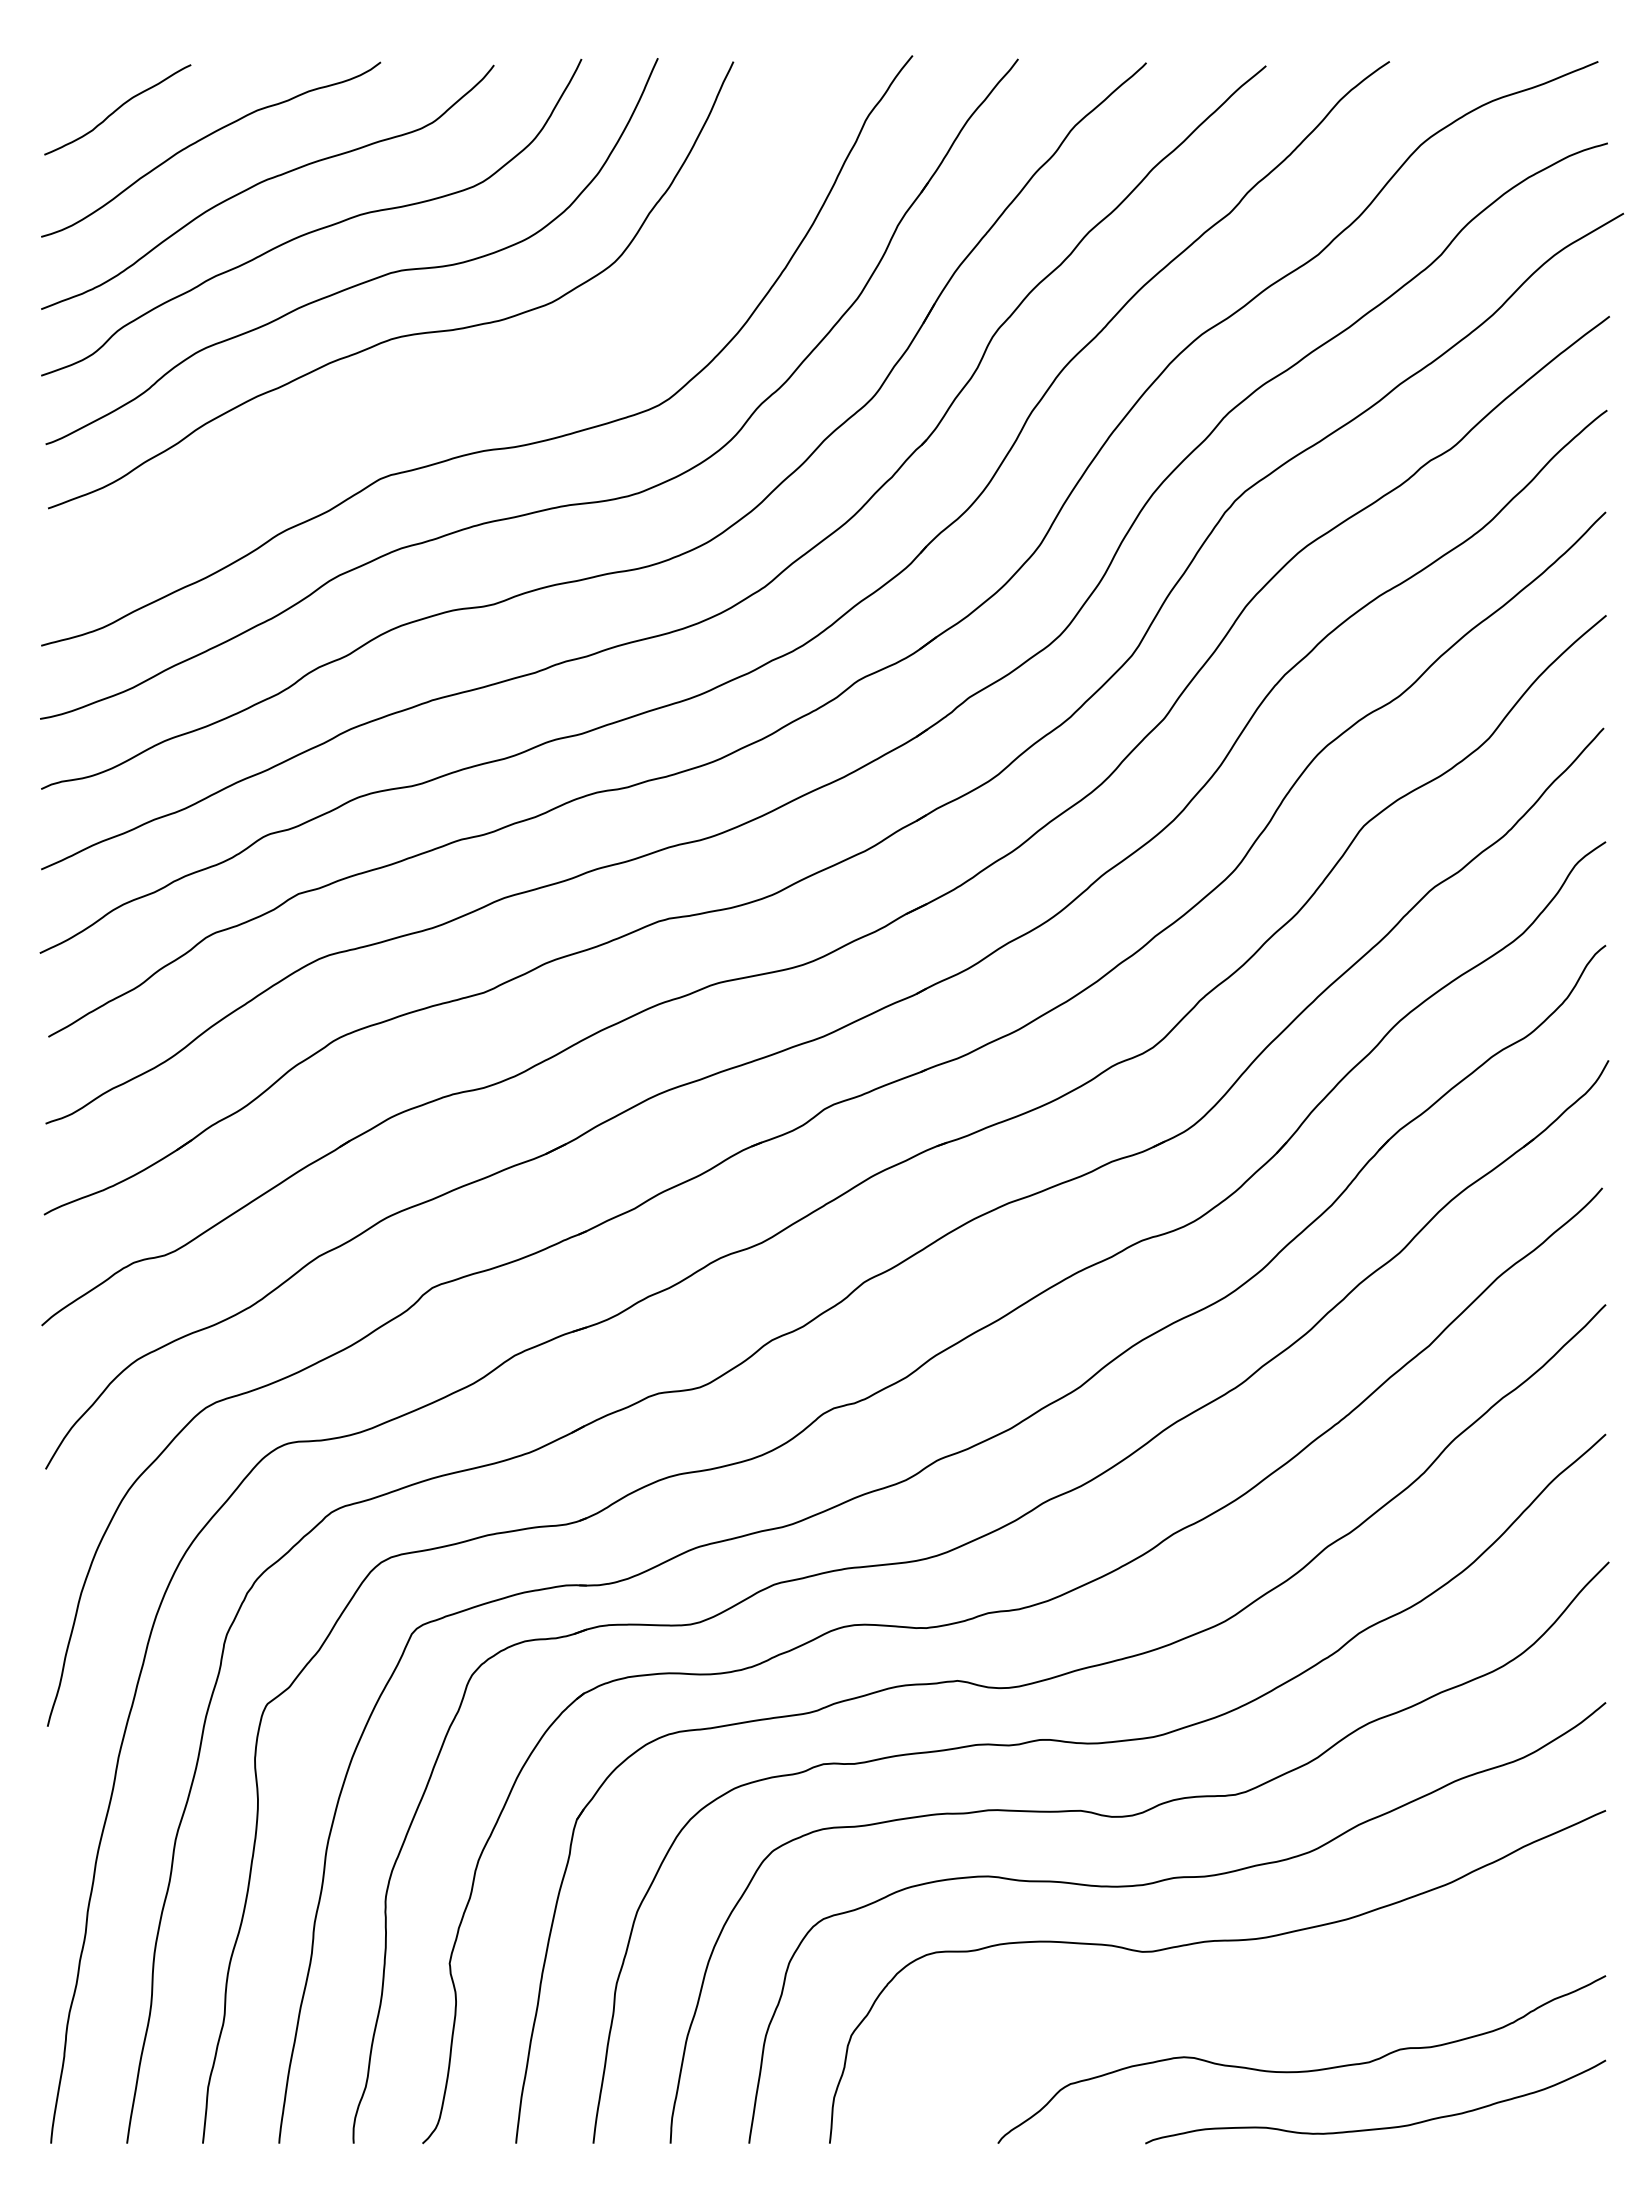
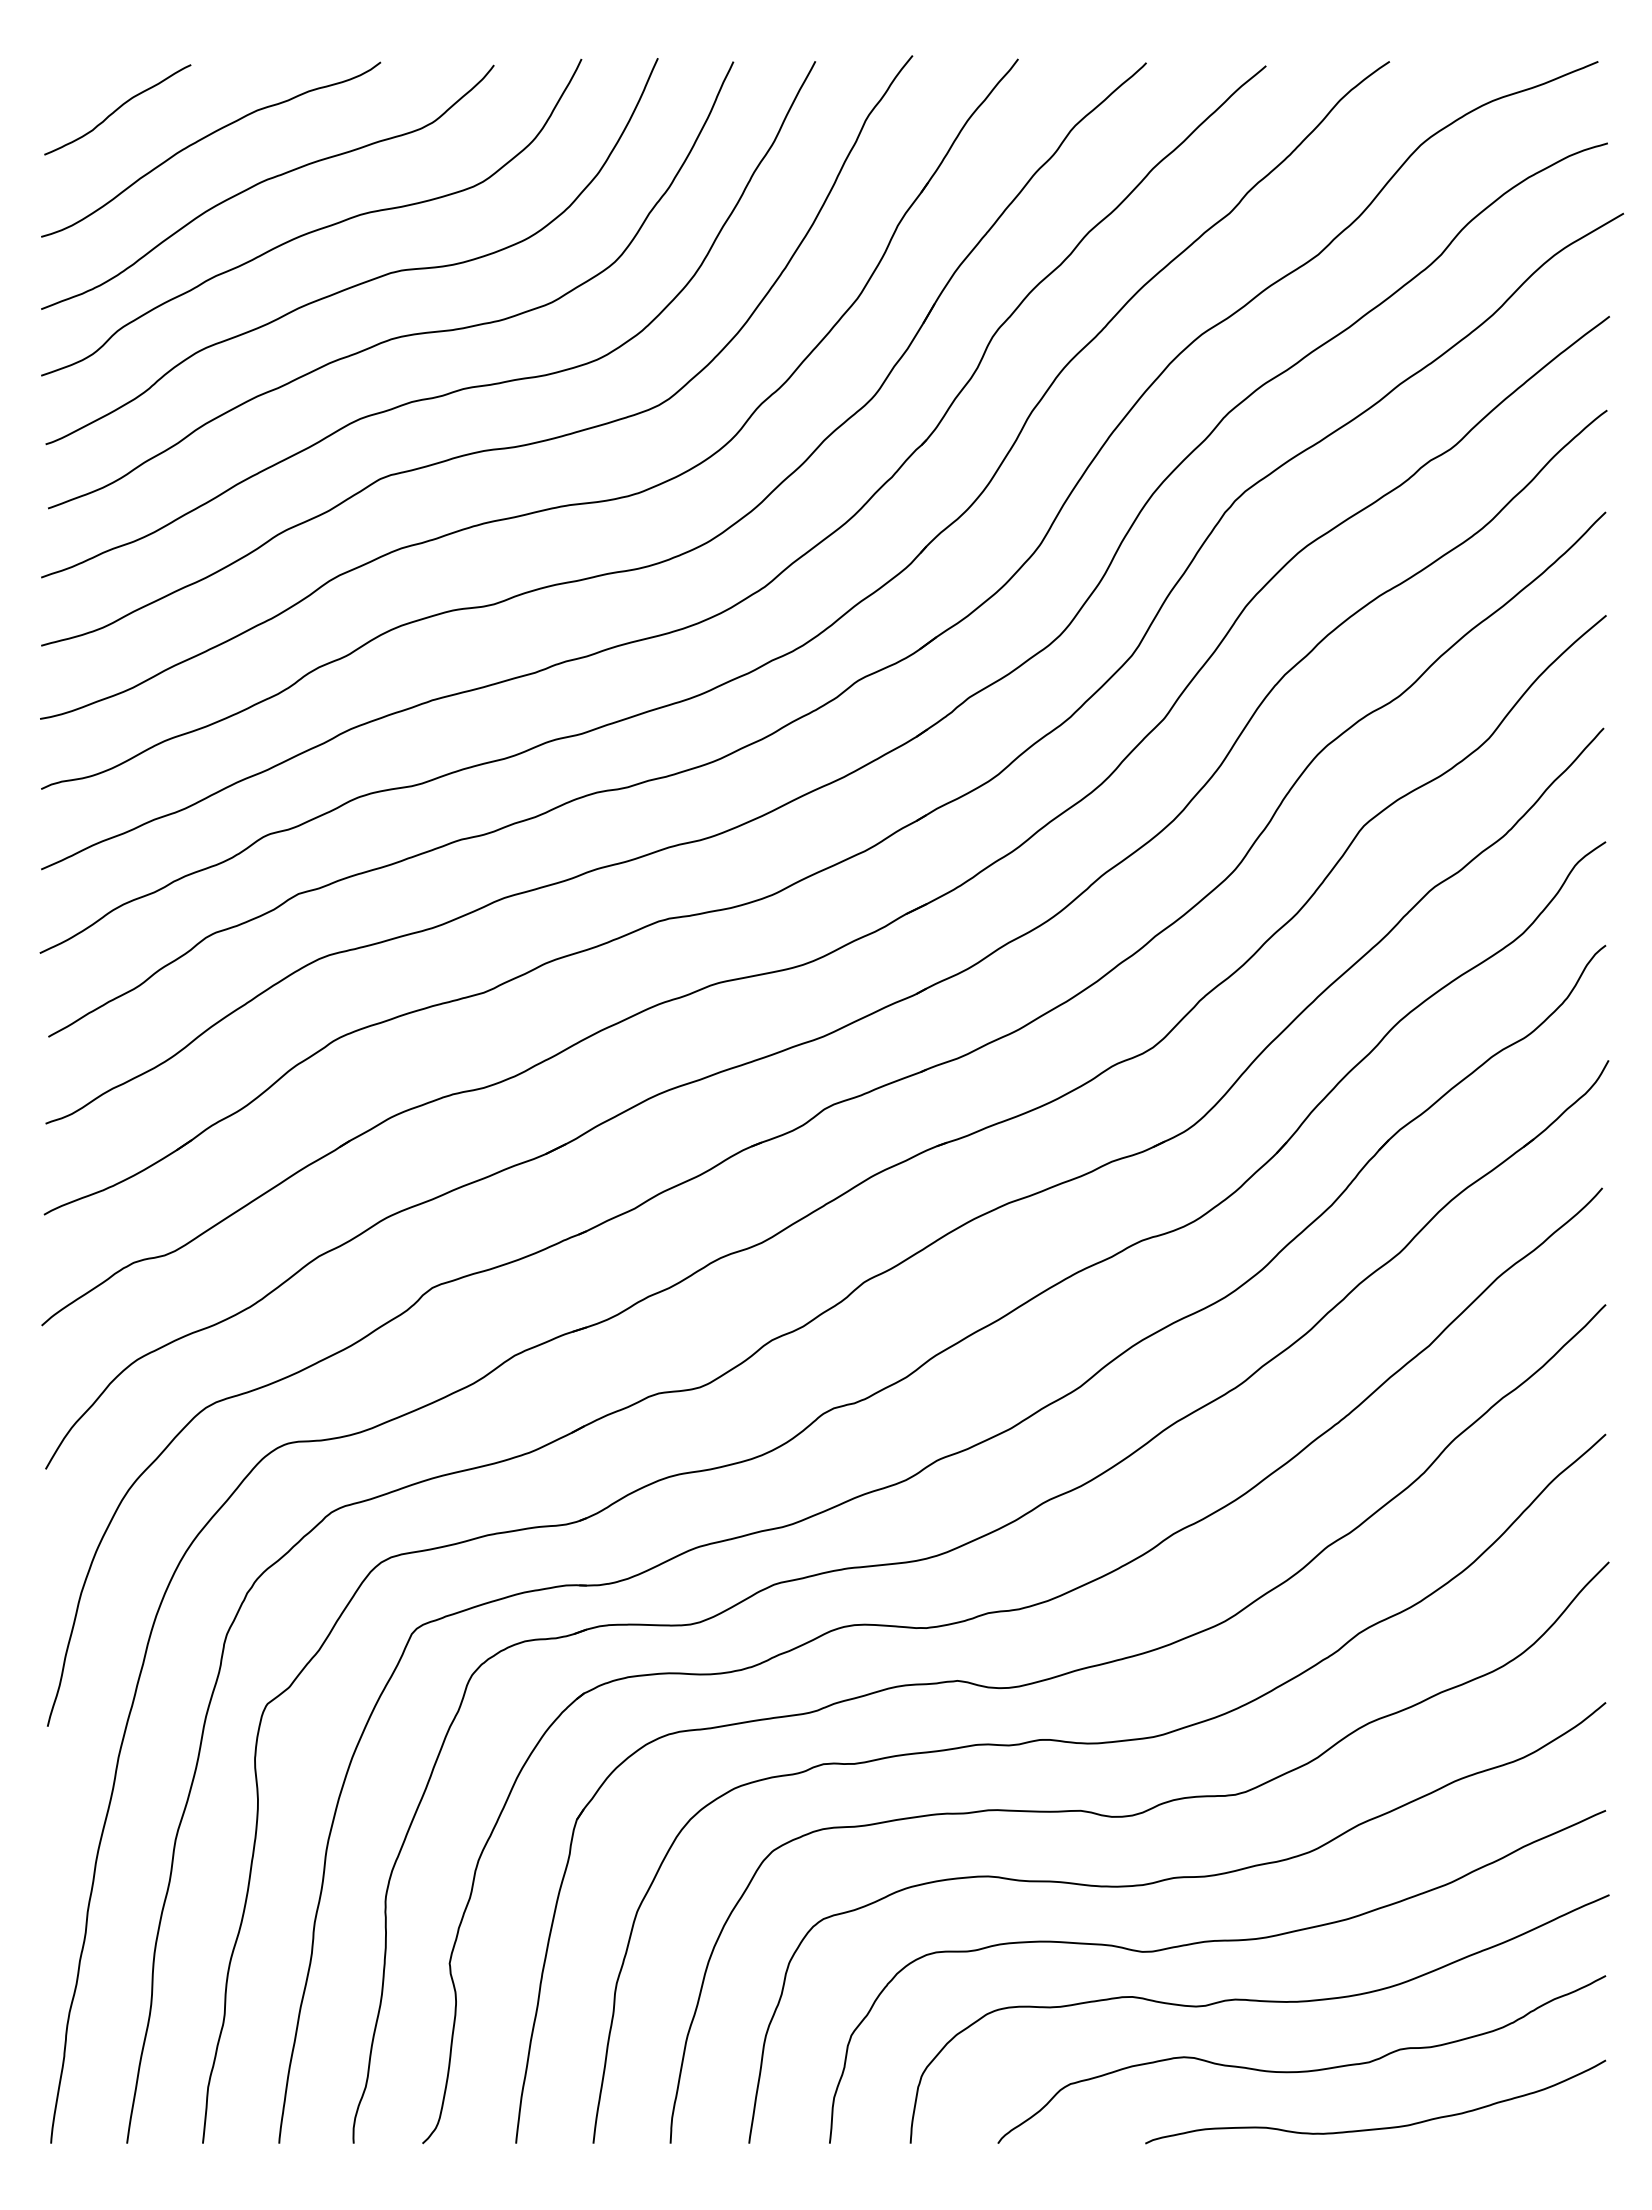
curve at (451, 391): none -> present
curve at (1263, 2002): none -> present
